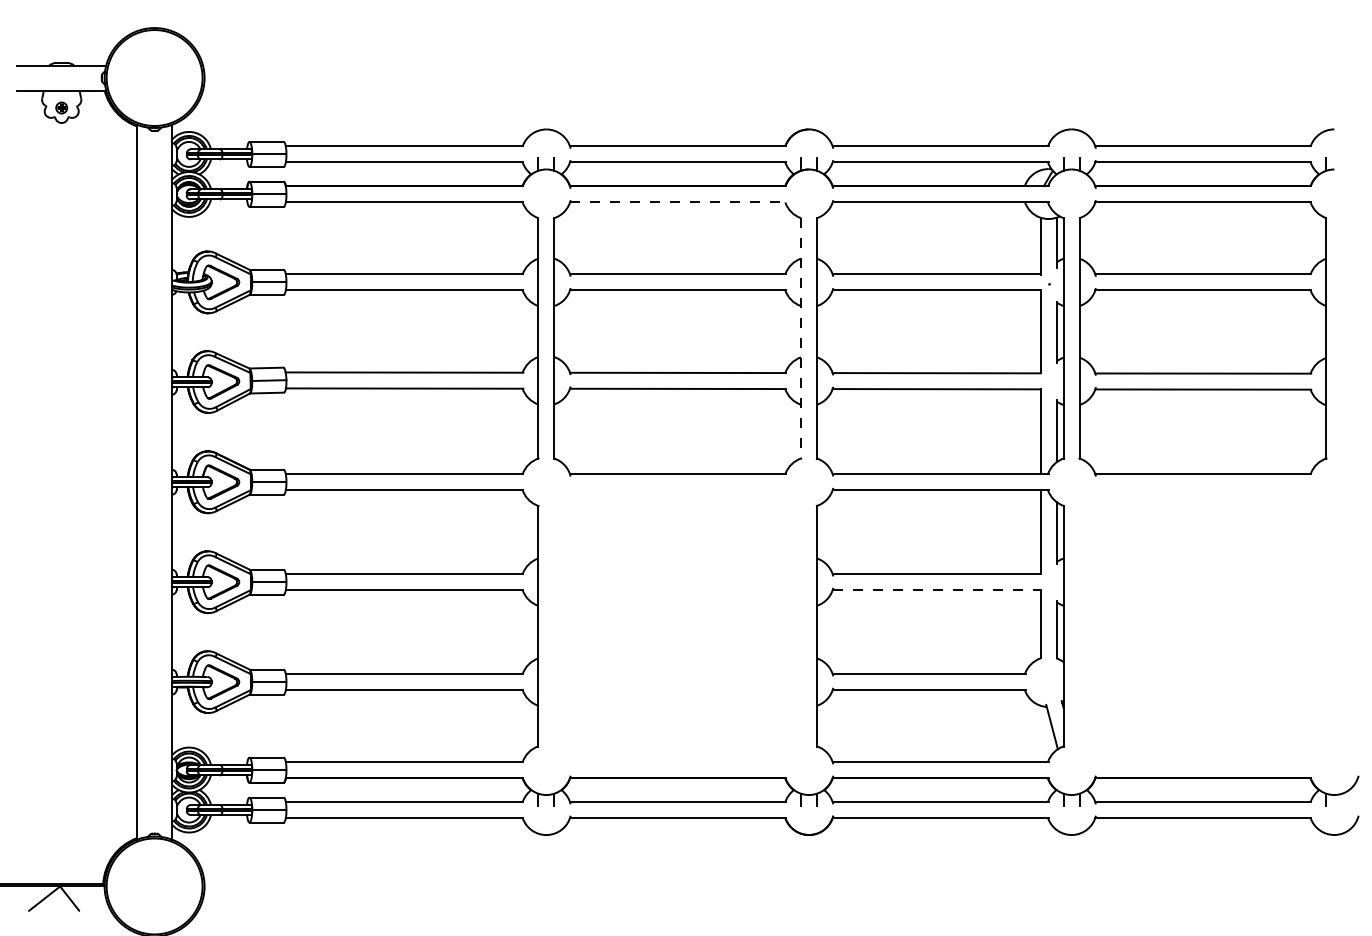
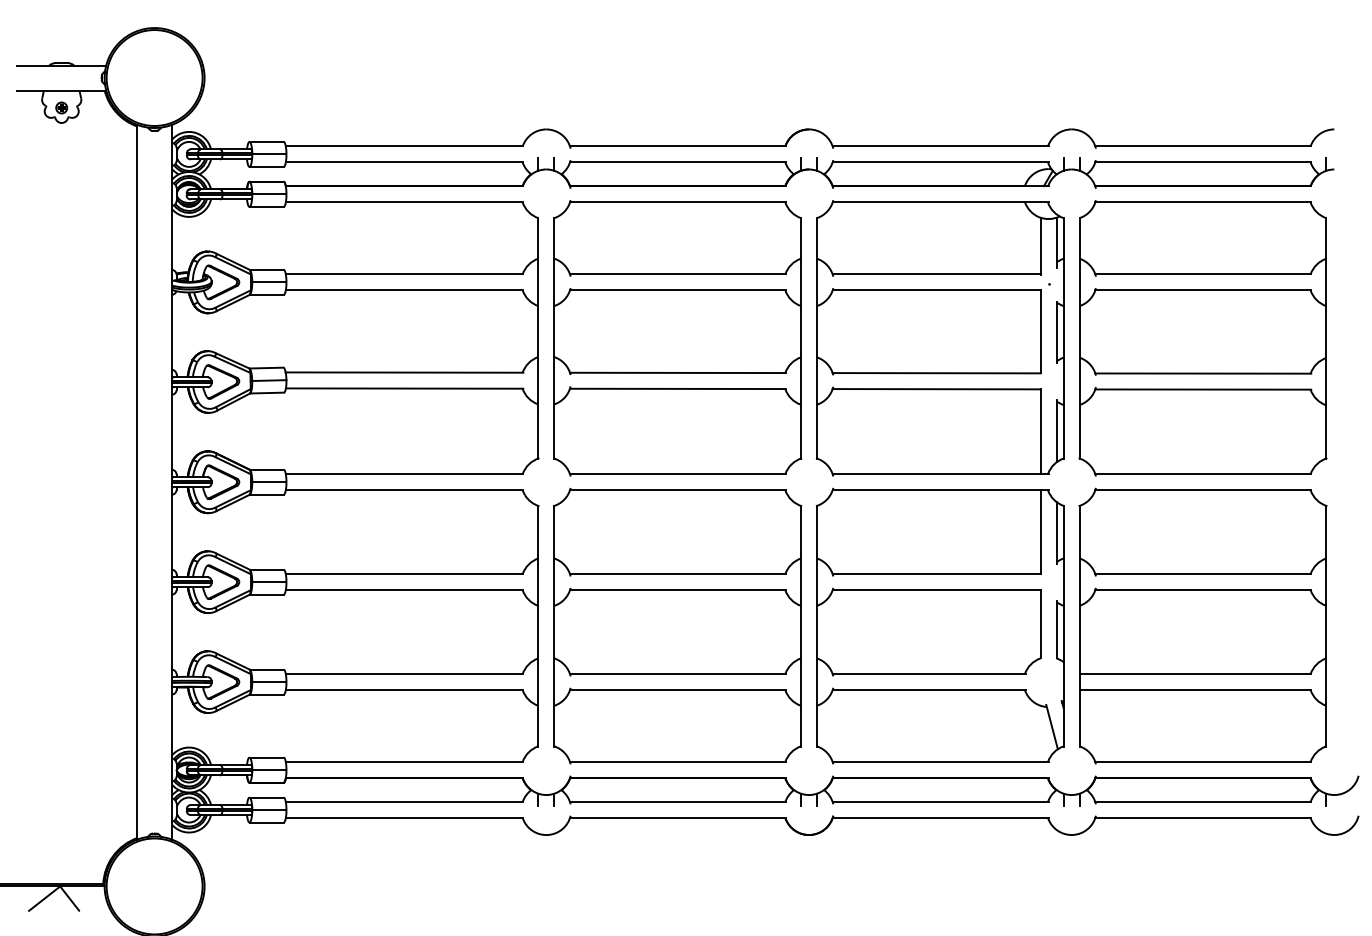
line at (678, 202): dashed -> solid
line at (801, 338): dashed -> solid
line at (936, 590): dashed -> solid
part at (1202, 625): none -> present
part at (677, 626): none -> present
